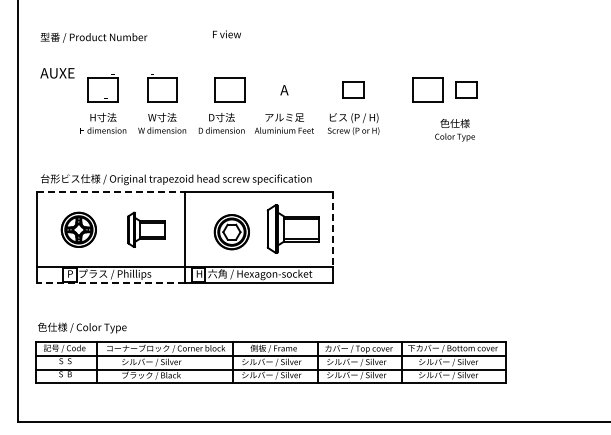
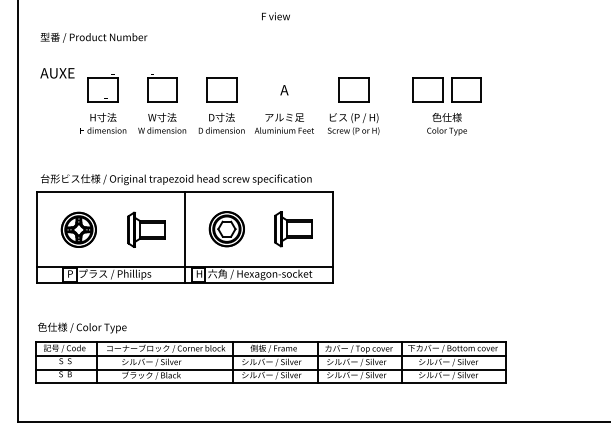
text at (226, 34) position: (226, 34) -> (275, 16)
part at (229, 89) position: (229, 89) -> (221, 89)
part at (353, 89) size: 23x18 px -> 32x26 px
part at (466, 89) size: 23x18 px -> 31x26 px
text at (454, 130) position: (454, 130) -> (446, 124)
line at (111, 191): dashed -> solid
part at (292, 228) size: 54x50 px -> 39x37 px
line at (333, 229): dashed -> solid
part at (231, 232) position: (231, 232) -> (226, 229)
line at (110, 283): dashed -> solid
